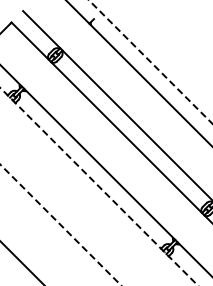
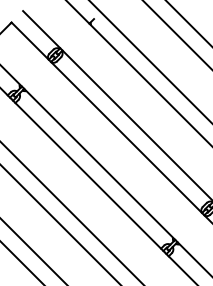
line at (188, 23): none -> present
line at (176, 34): none -> present
line at (150, 61): dashed -> solid
line at (98, 186): dashed -> solid
line at (71, 212): none -> present
line at (60, 224): dashed -> solid
line at (33, 251): none -> present
